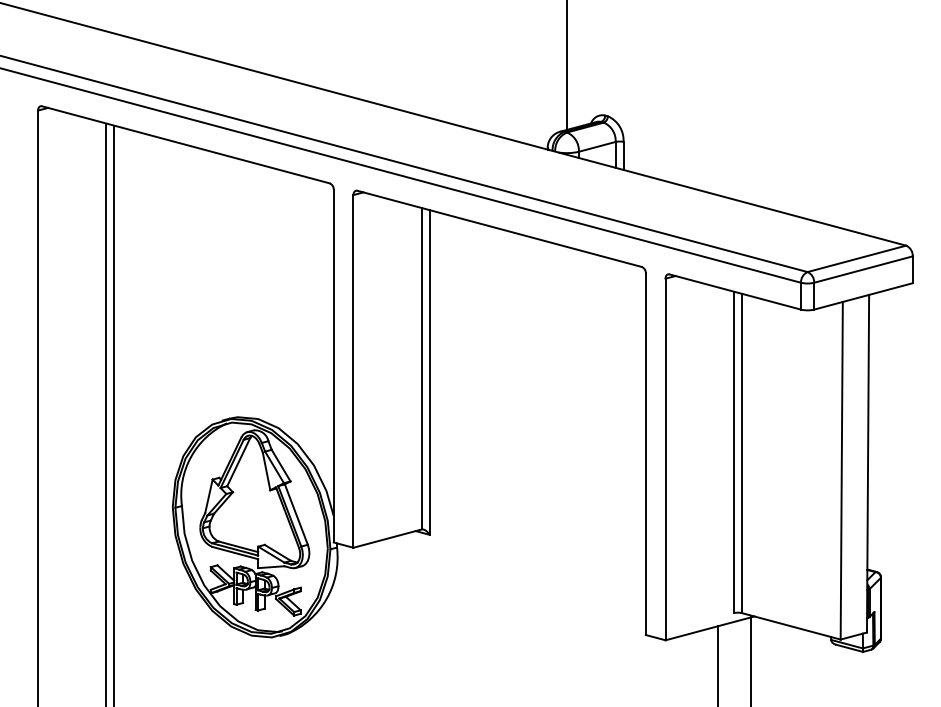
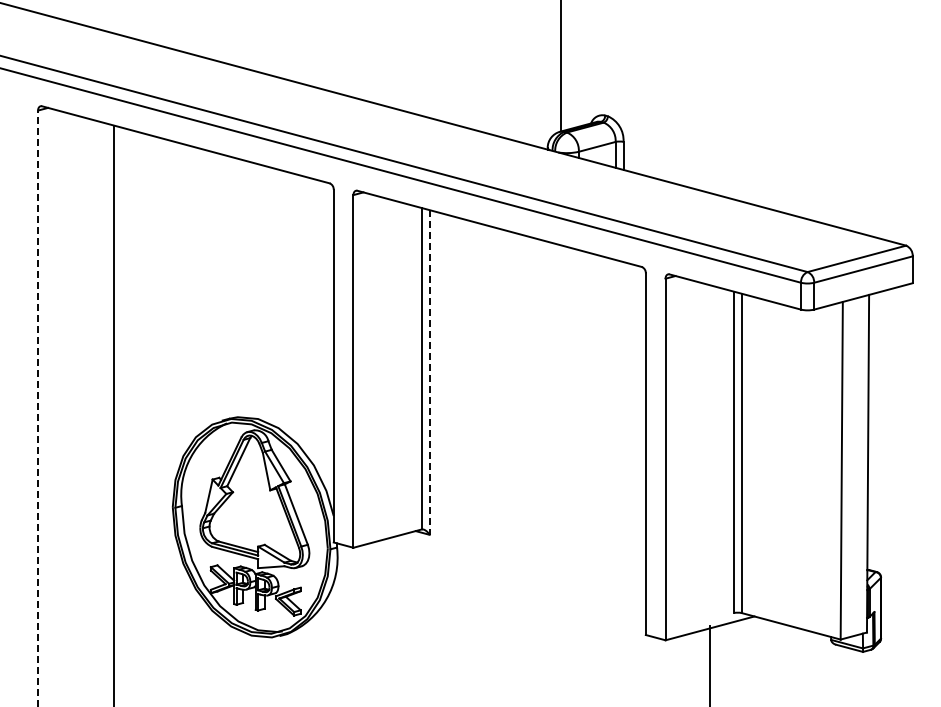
line at (567, 65) position: (567, 65) -> (561, 65)
line at (429, 372): solid -> dashed
line at (38, 408): solid -> dashed
line at (106, 413): present -> none
line at (750, 660): present -> none
line at (718, 664) position: (718, 664) -> (710, 664)
